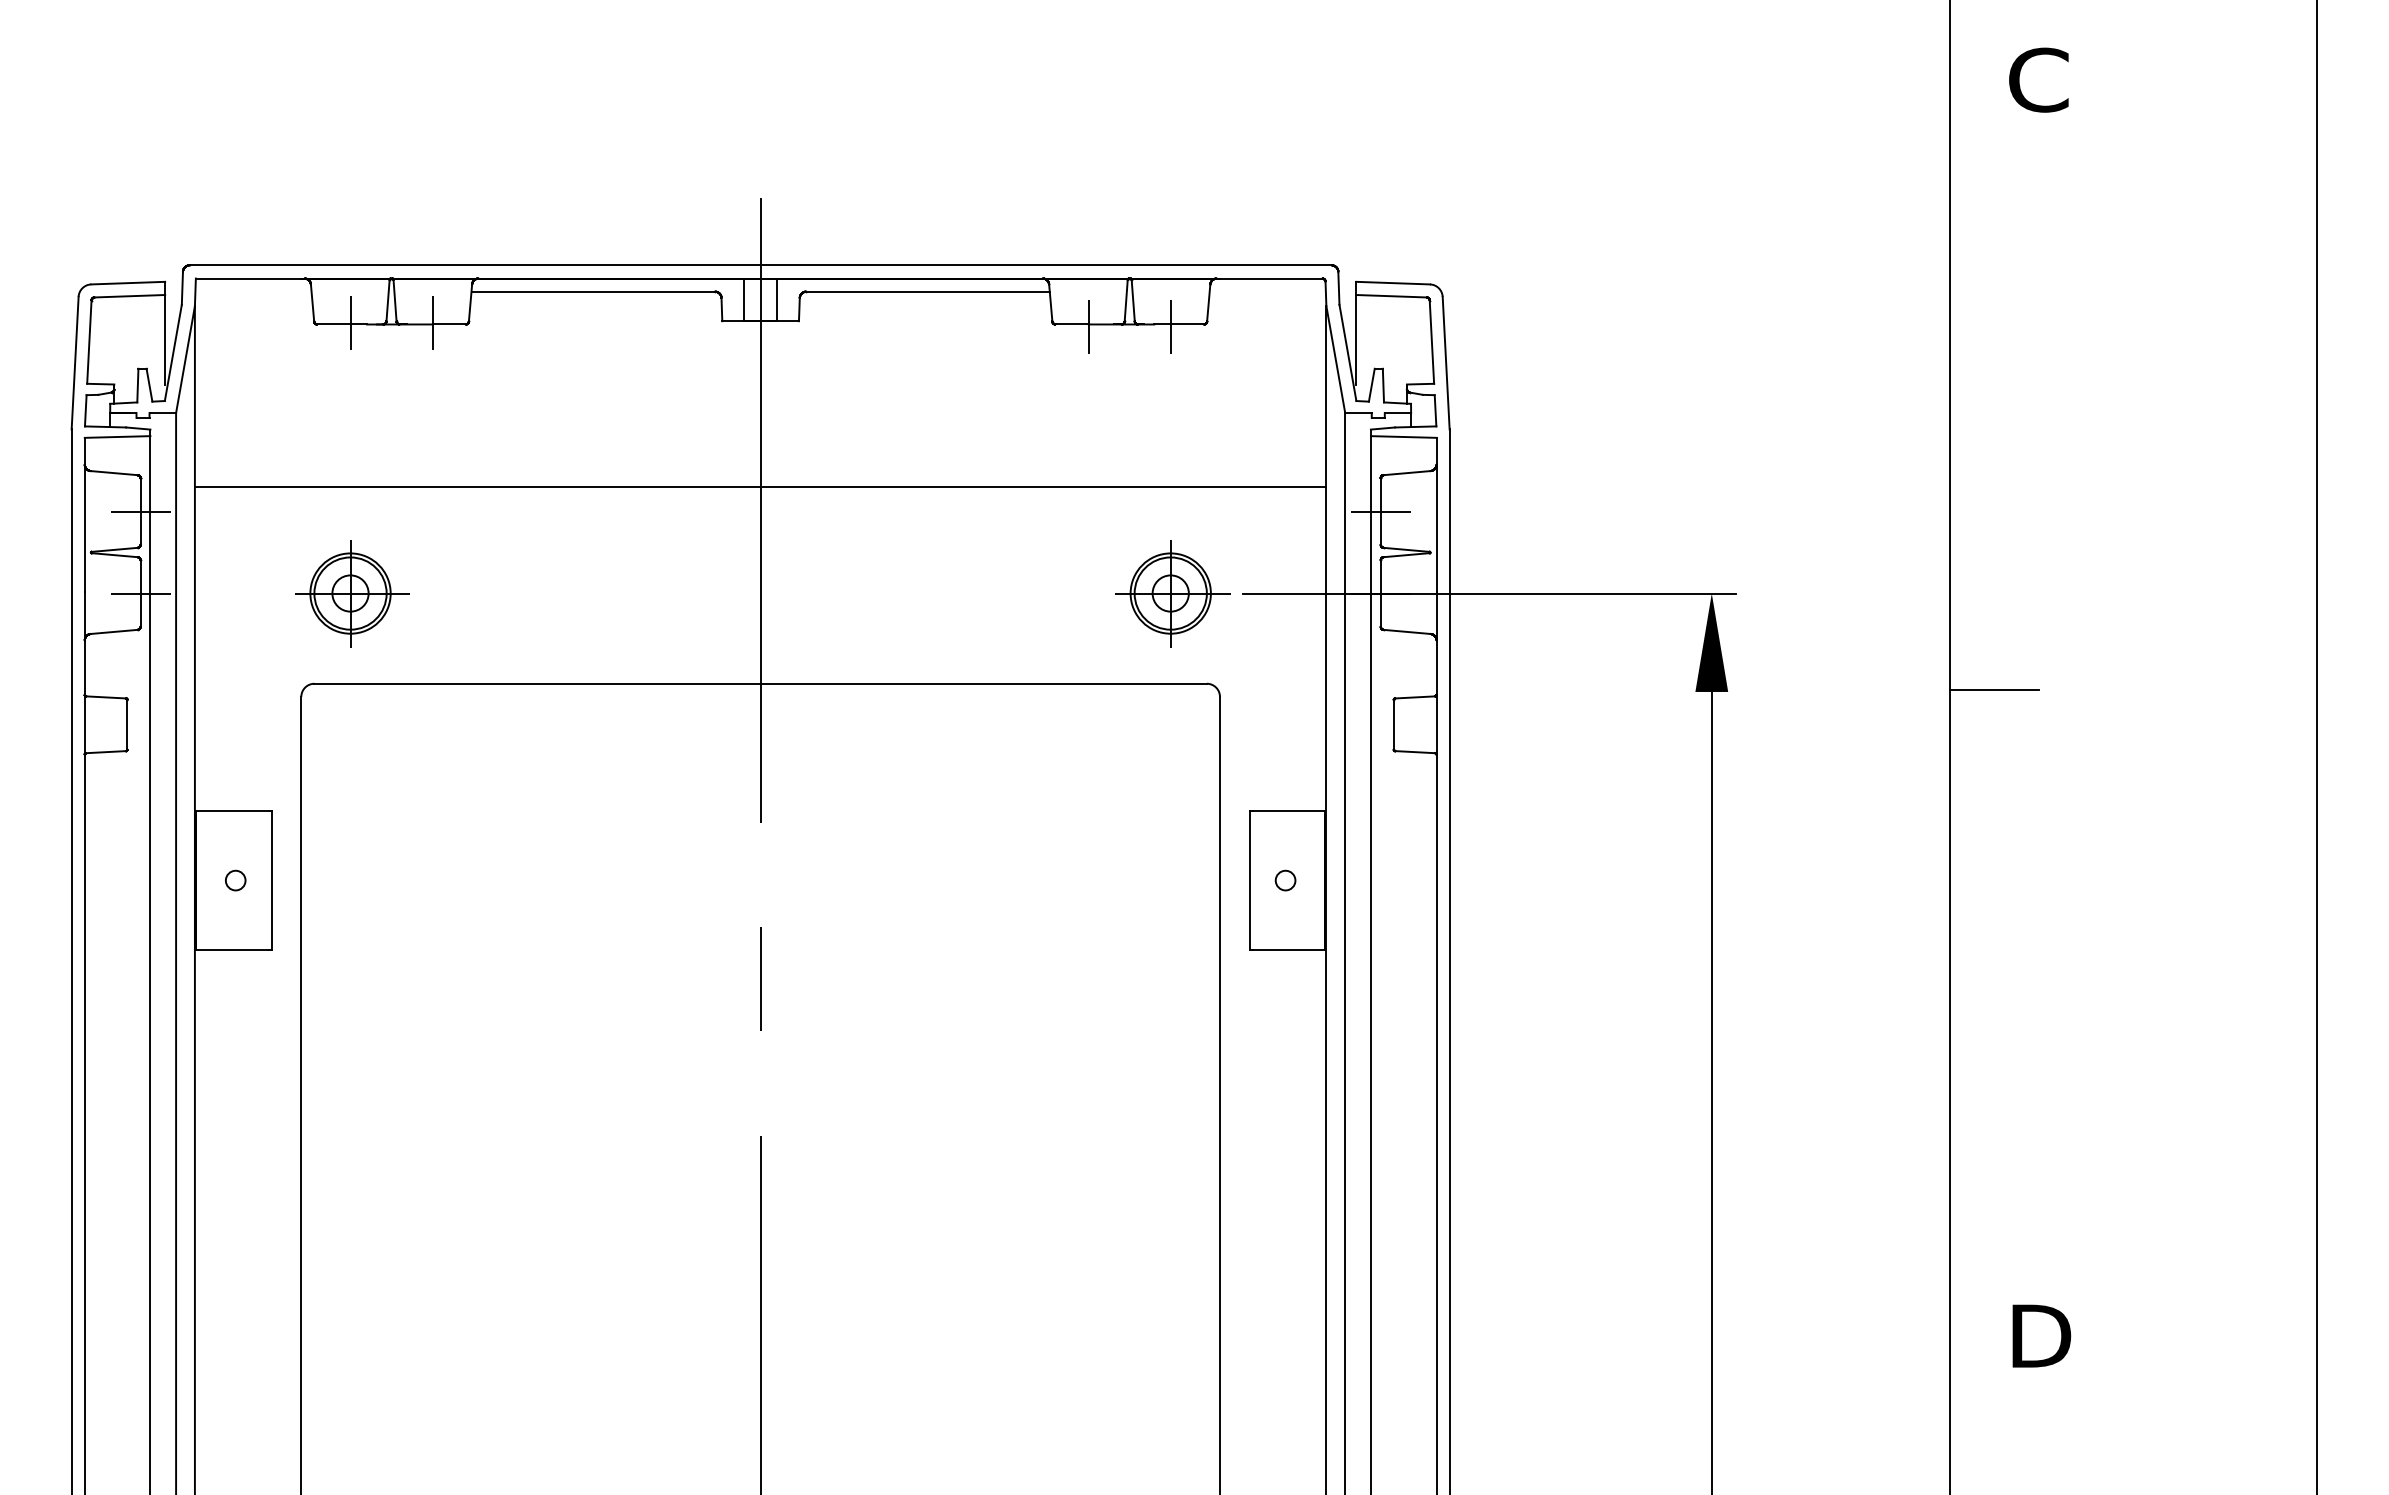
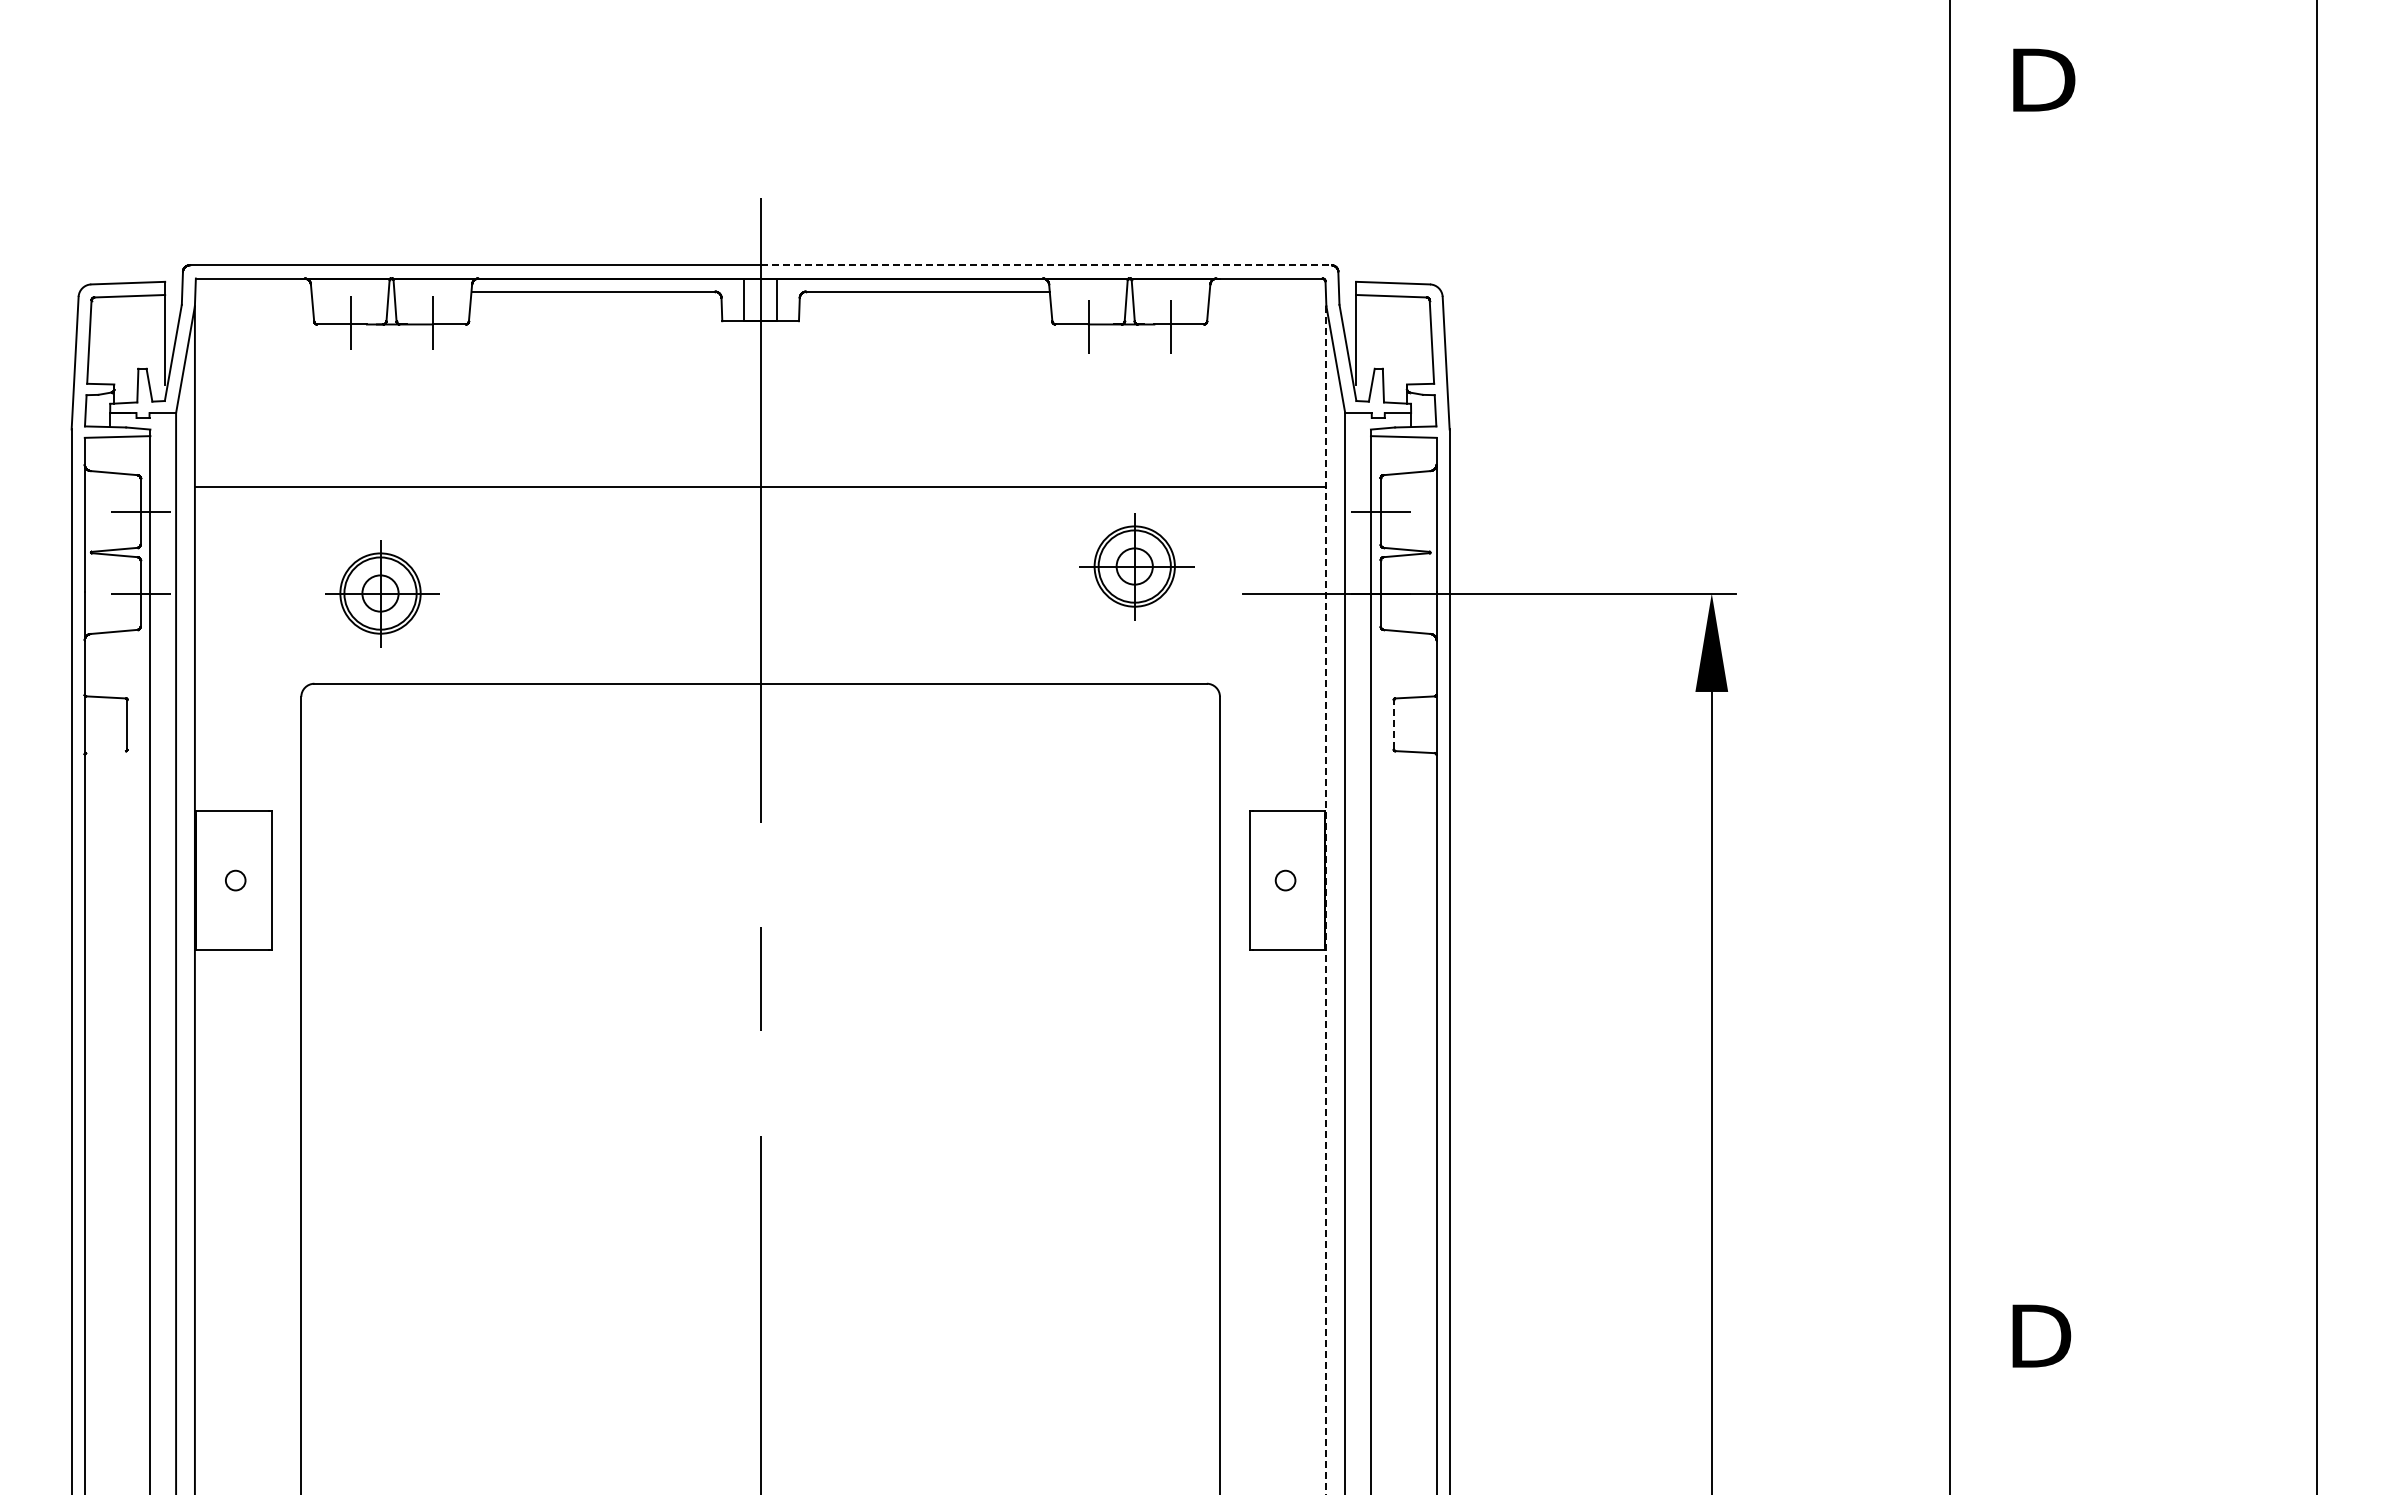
text at (2042, 79): C -> D
line at (1046, 265): solid -> dashed
part at (352, 593) position: (352, 593) -> (382, 593)
part at (1172, 593) position: (1172, 593) -> (1136, 566)
line at (1994, 690): present -> none
line at (1393, 724): solid -> dashed
line at (105, 752): present -> none
line at (1326, 900): solid -> dashed
